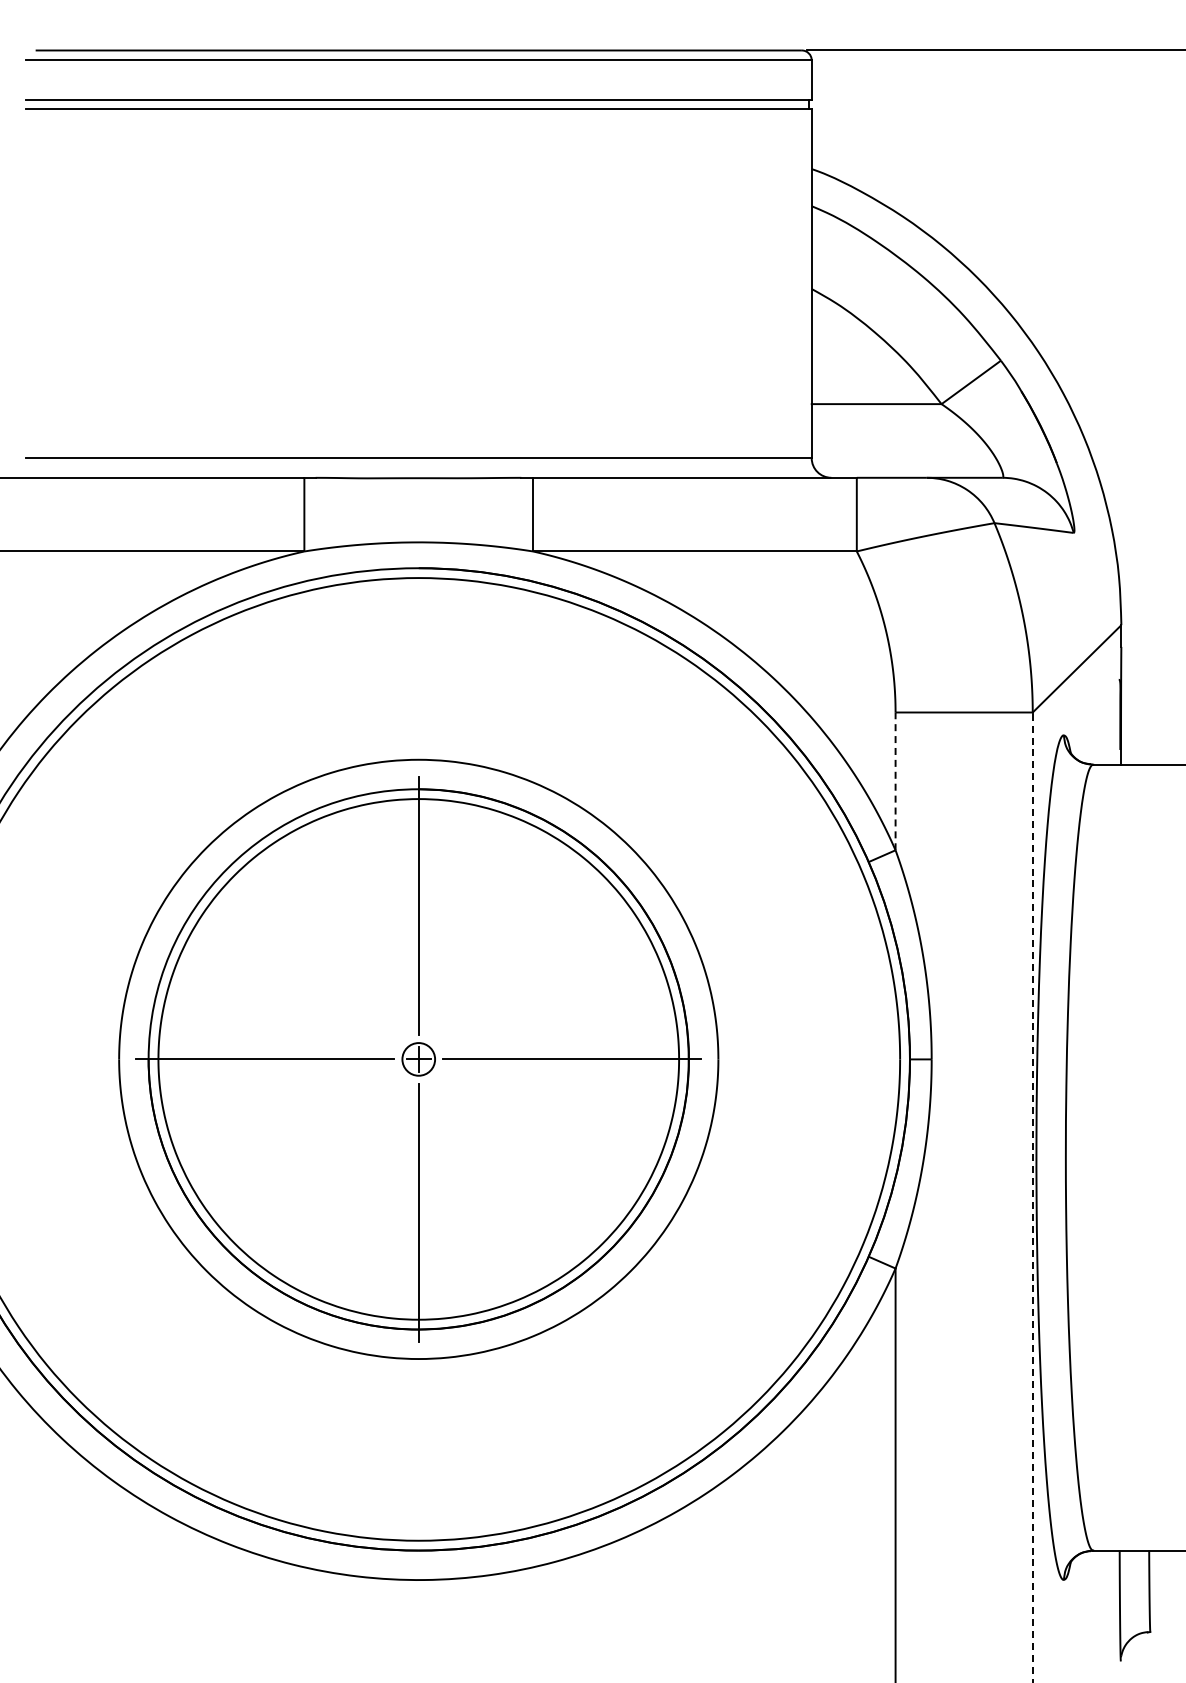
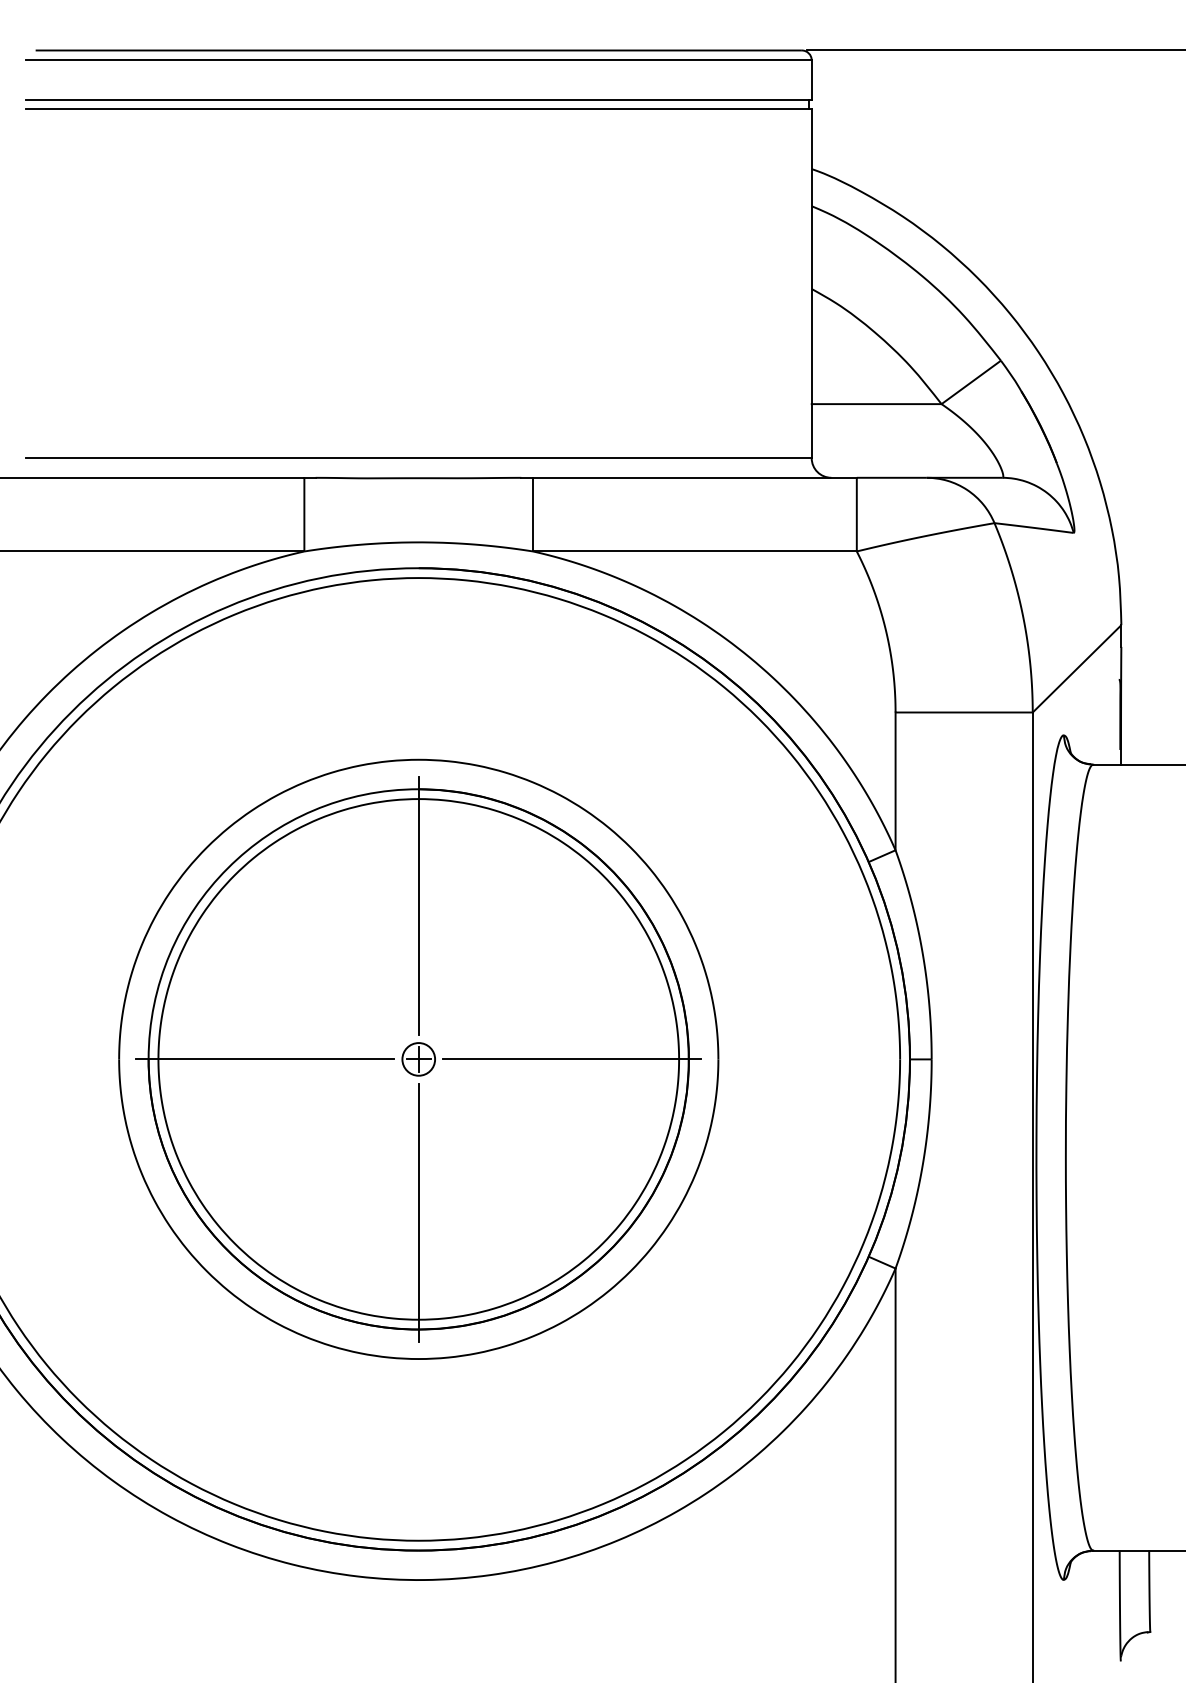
line at (895, 781): dashed -> solid
line at (1032, 1197): dashed -> solid
